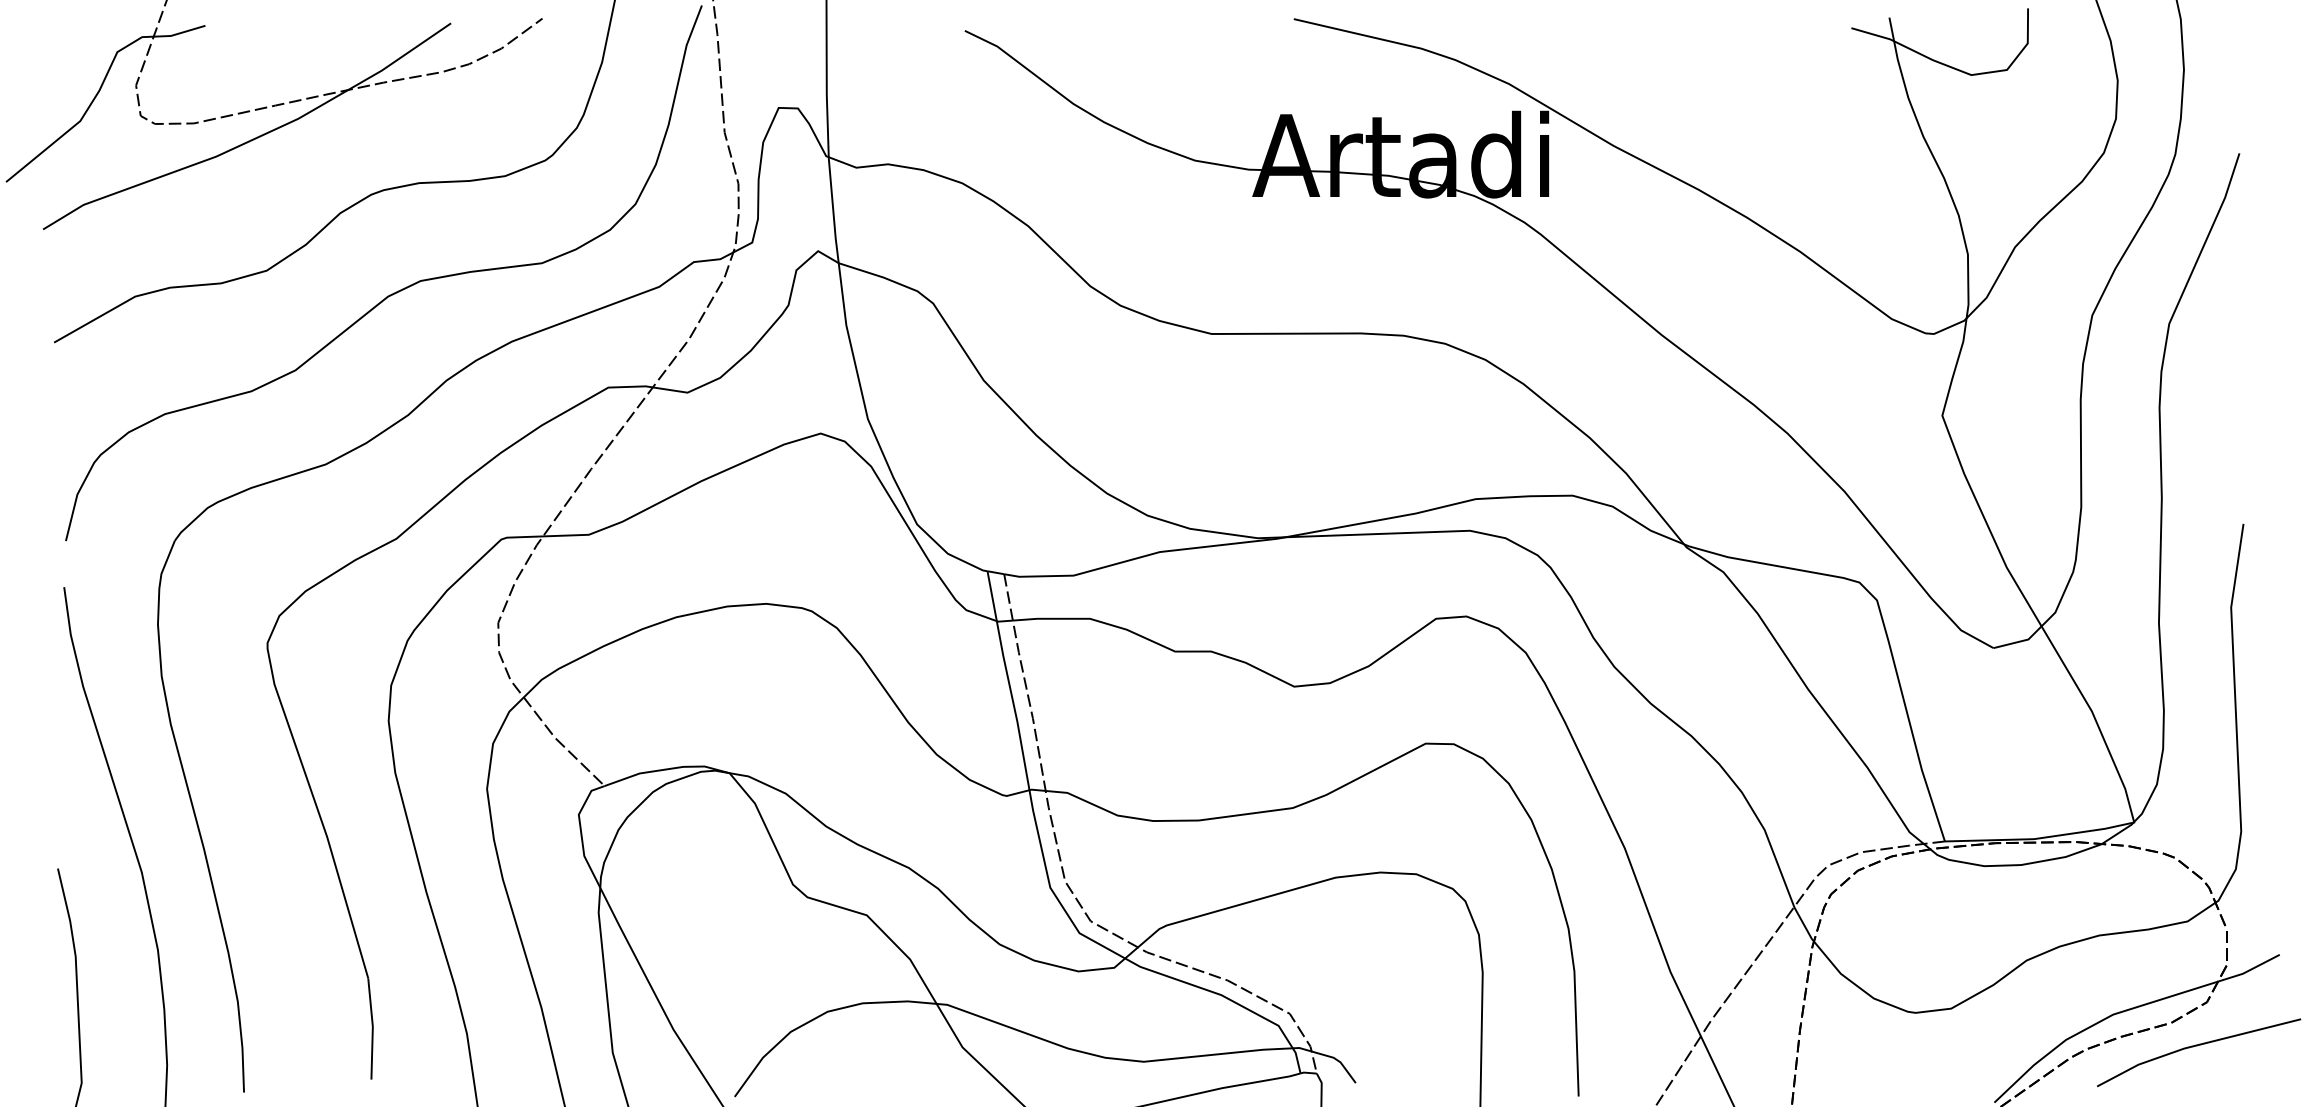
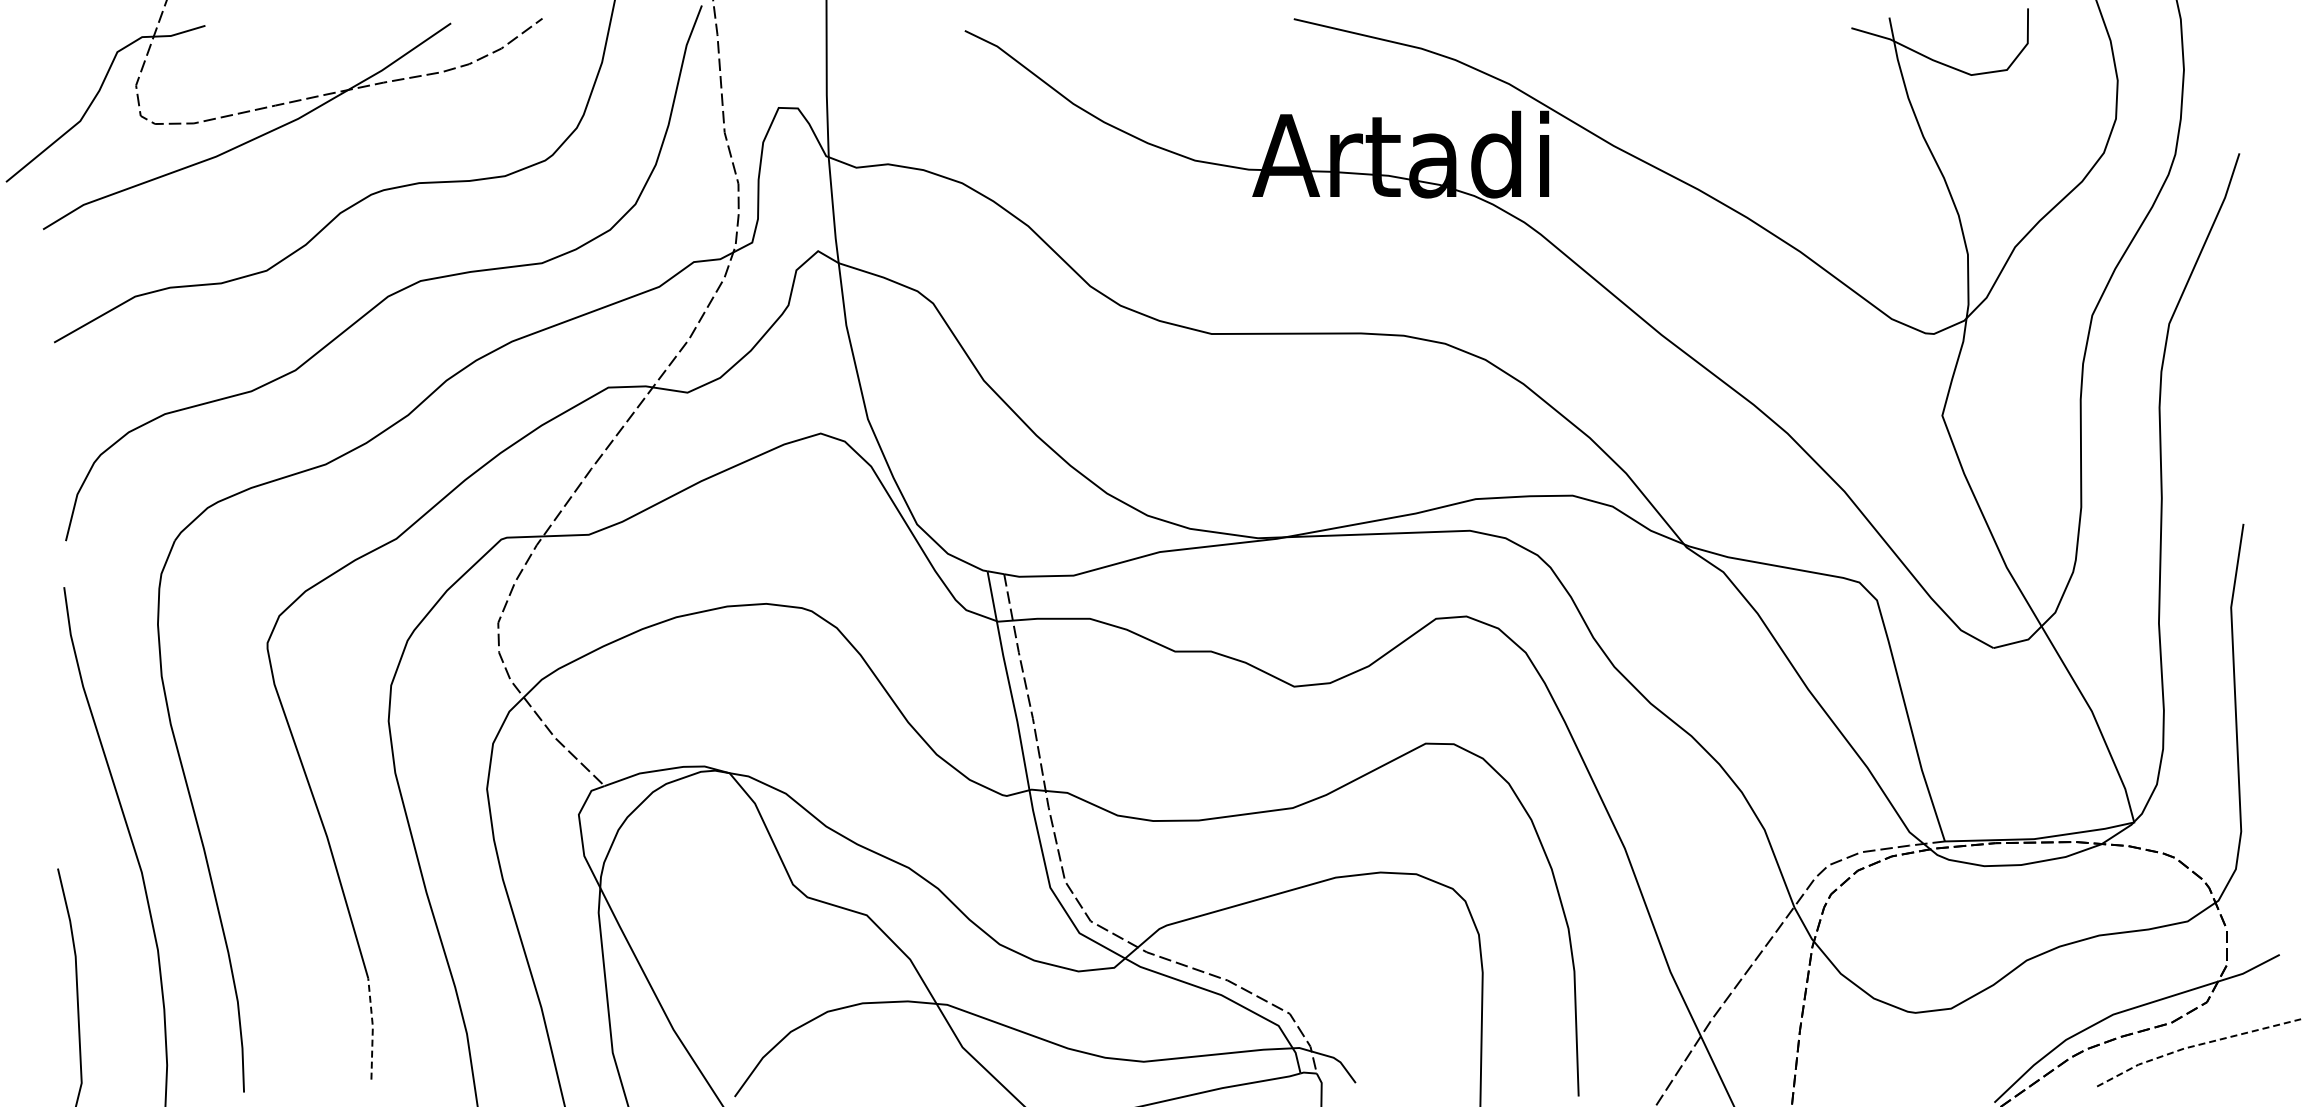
line at (372, 1027): solid -> dashed
line at (2195, 1045): solid -> dashed
